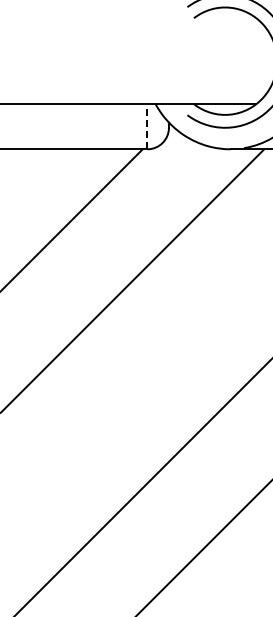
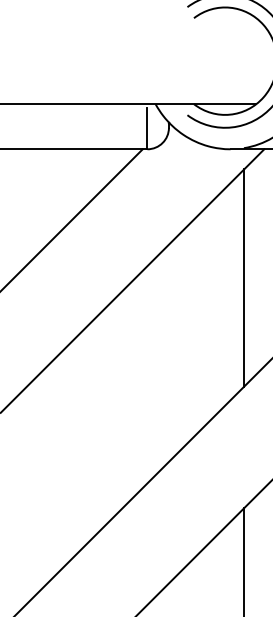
line at (147, 128): dashed -> solid
line at (244, 277): none -> present
line at (244, 560): none -> present
